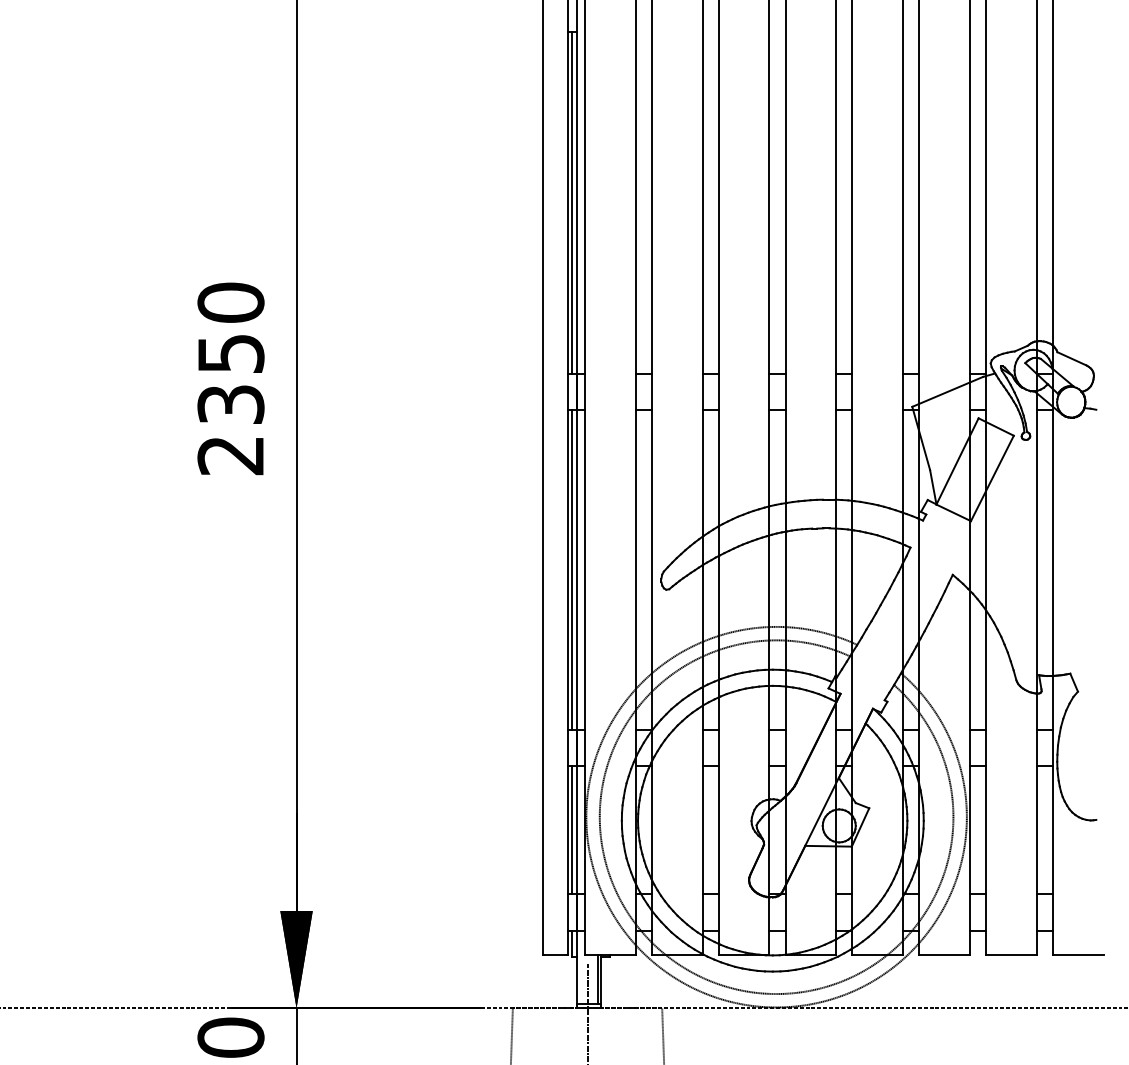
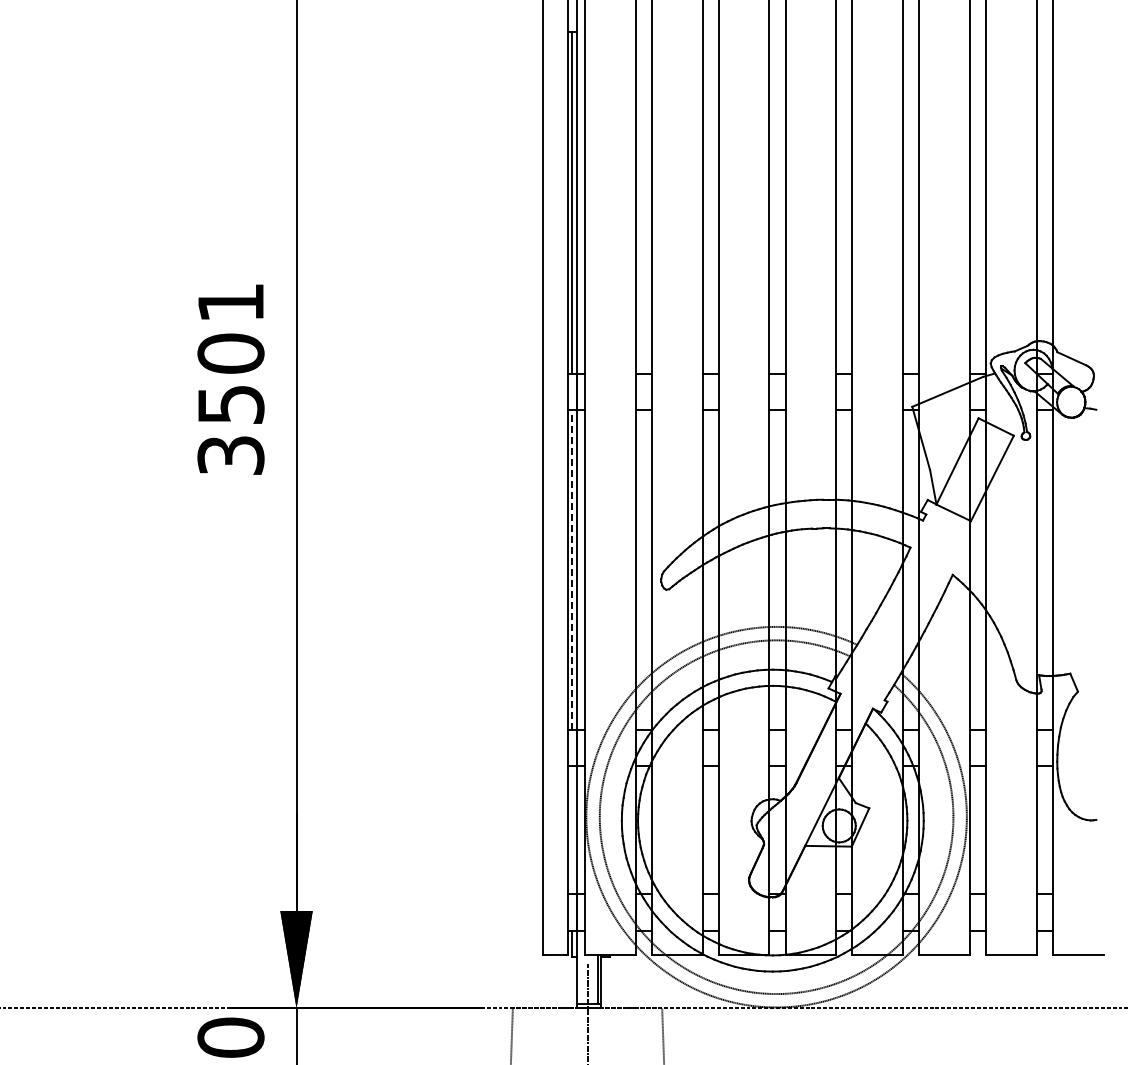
text at (230, 378): 2350 -> 3501
line at (572, 570): solid -> dashed
line at (572, 830): present -> none
